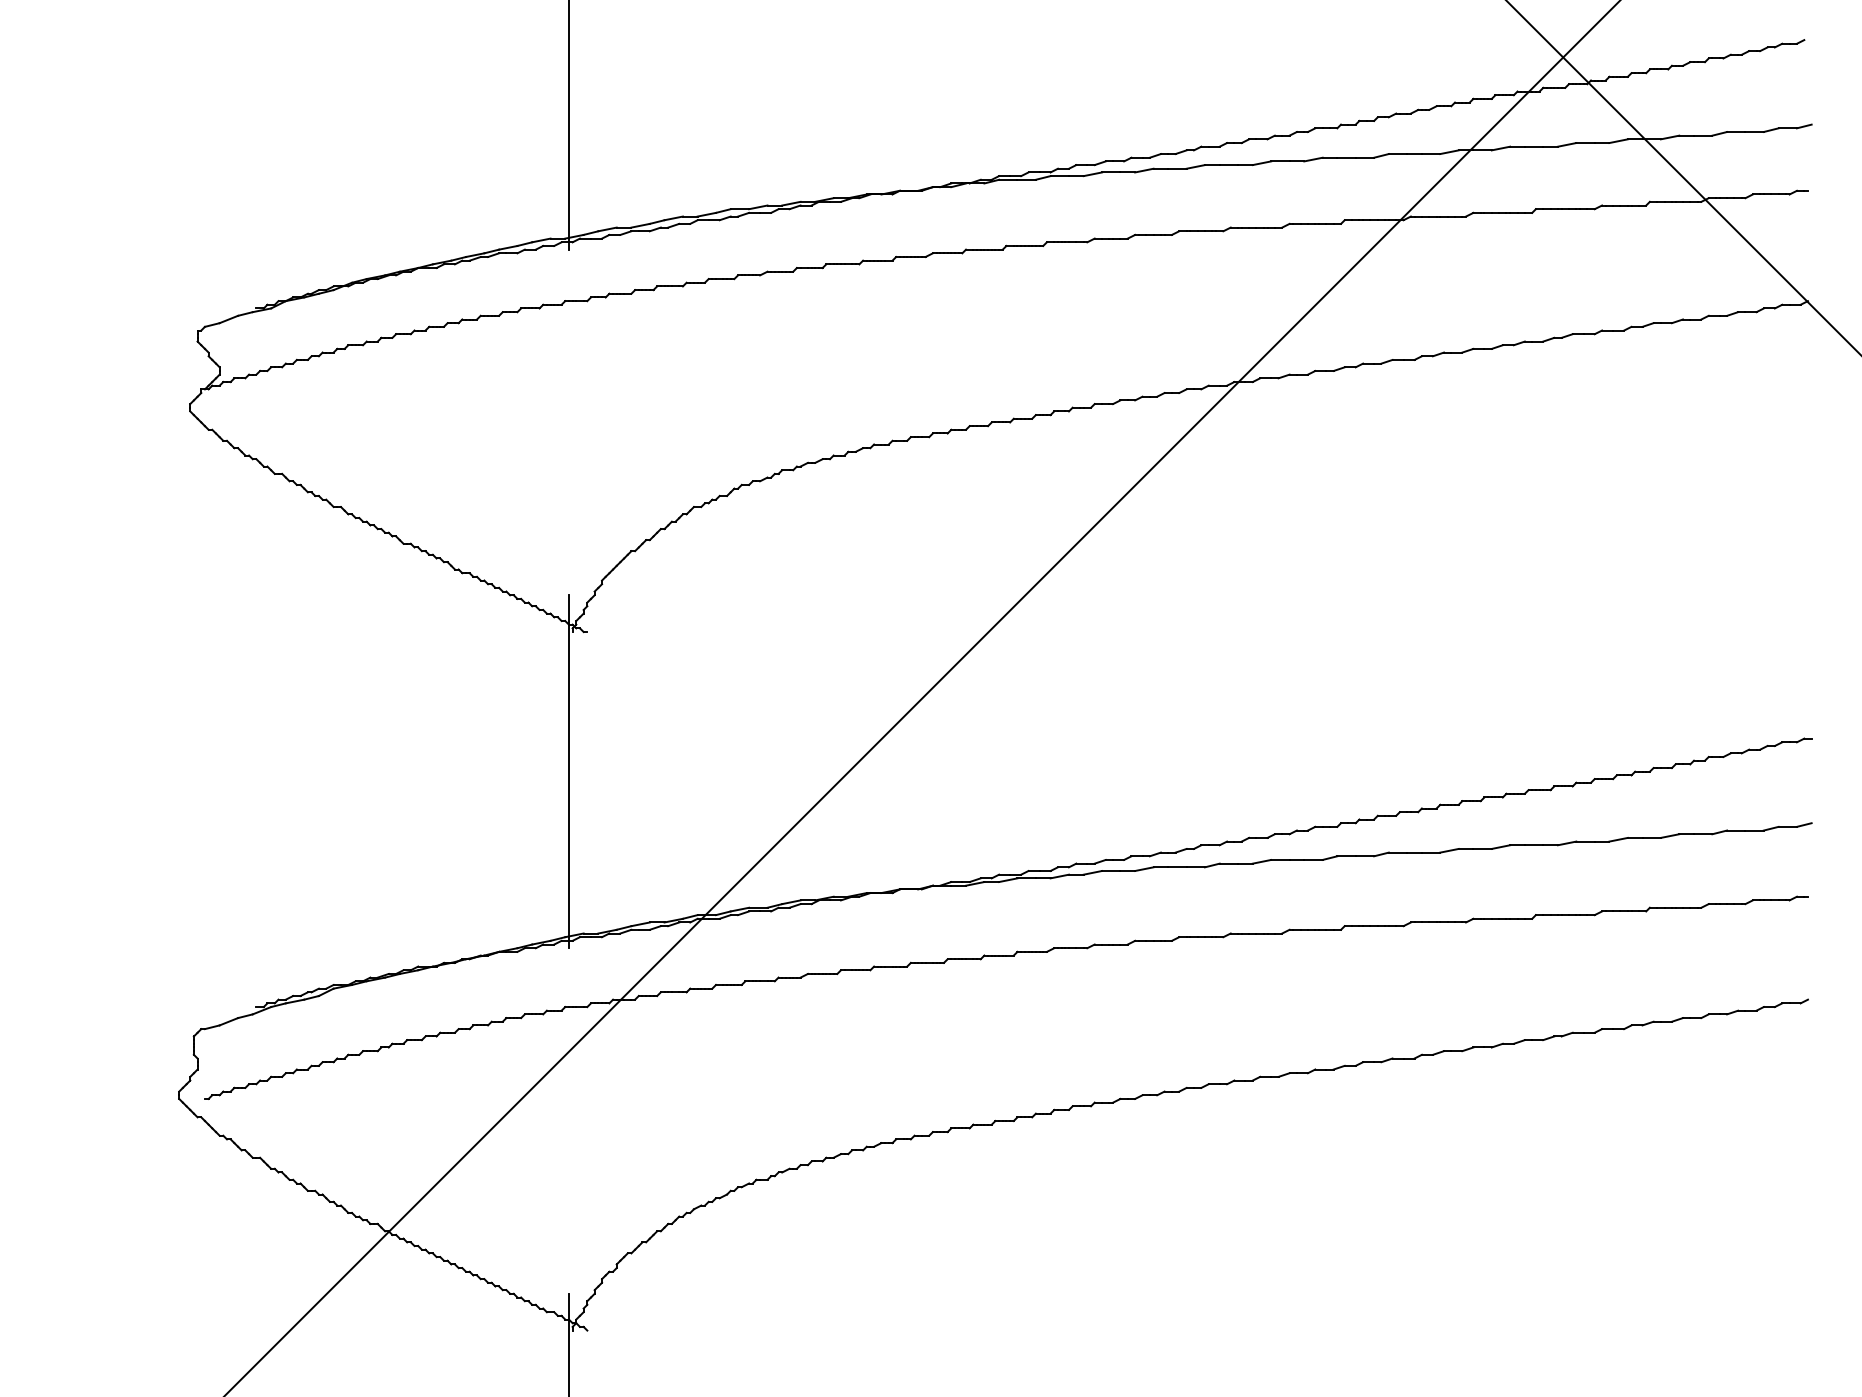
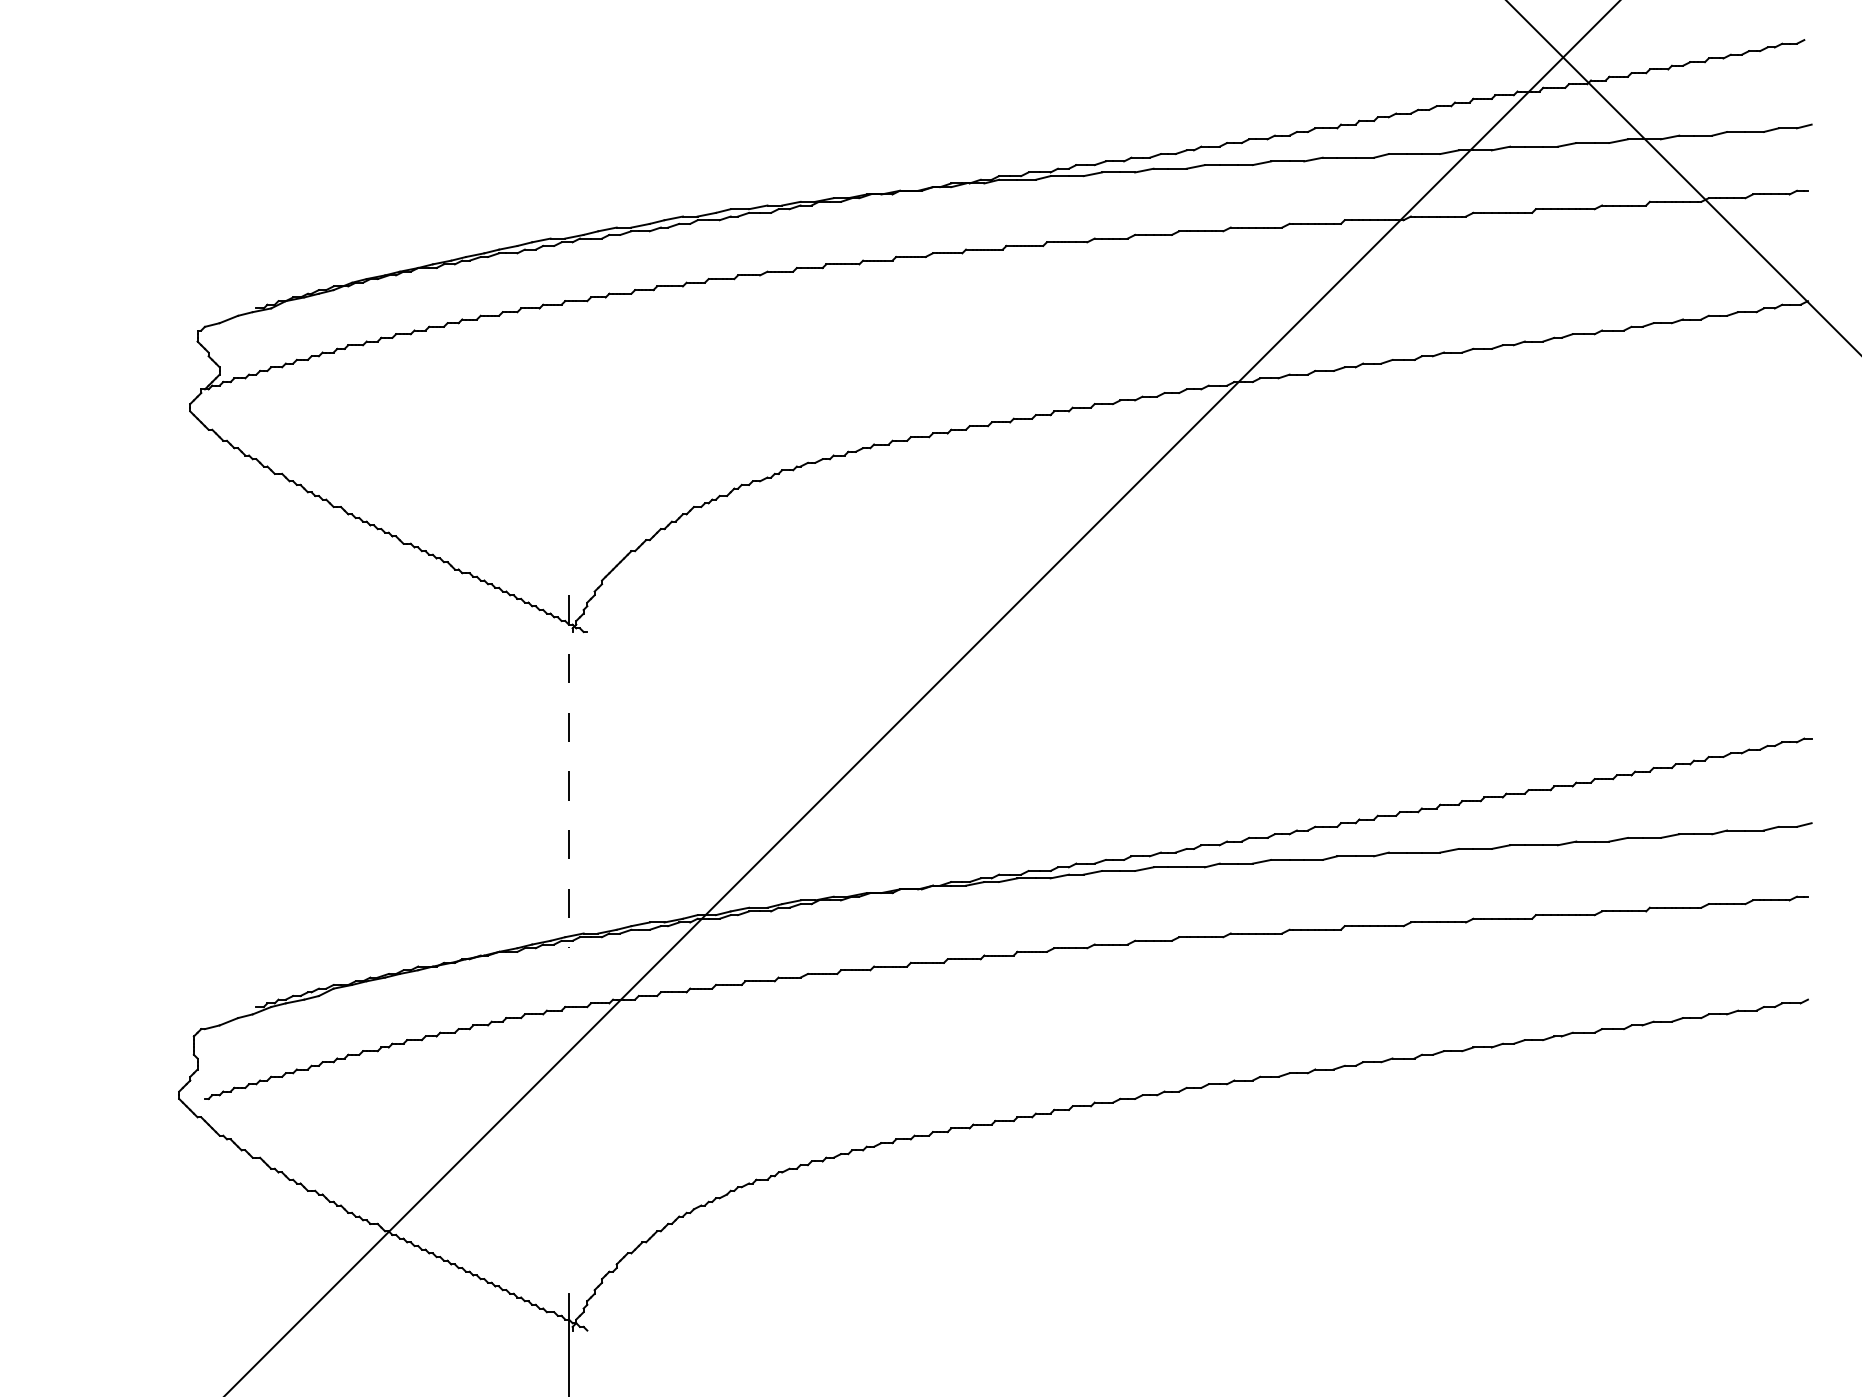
line at (568, 125): present -> none
line at (568, 772): solid -> dashed
